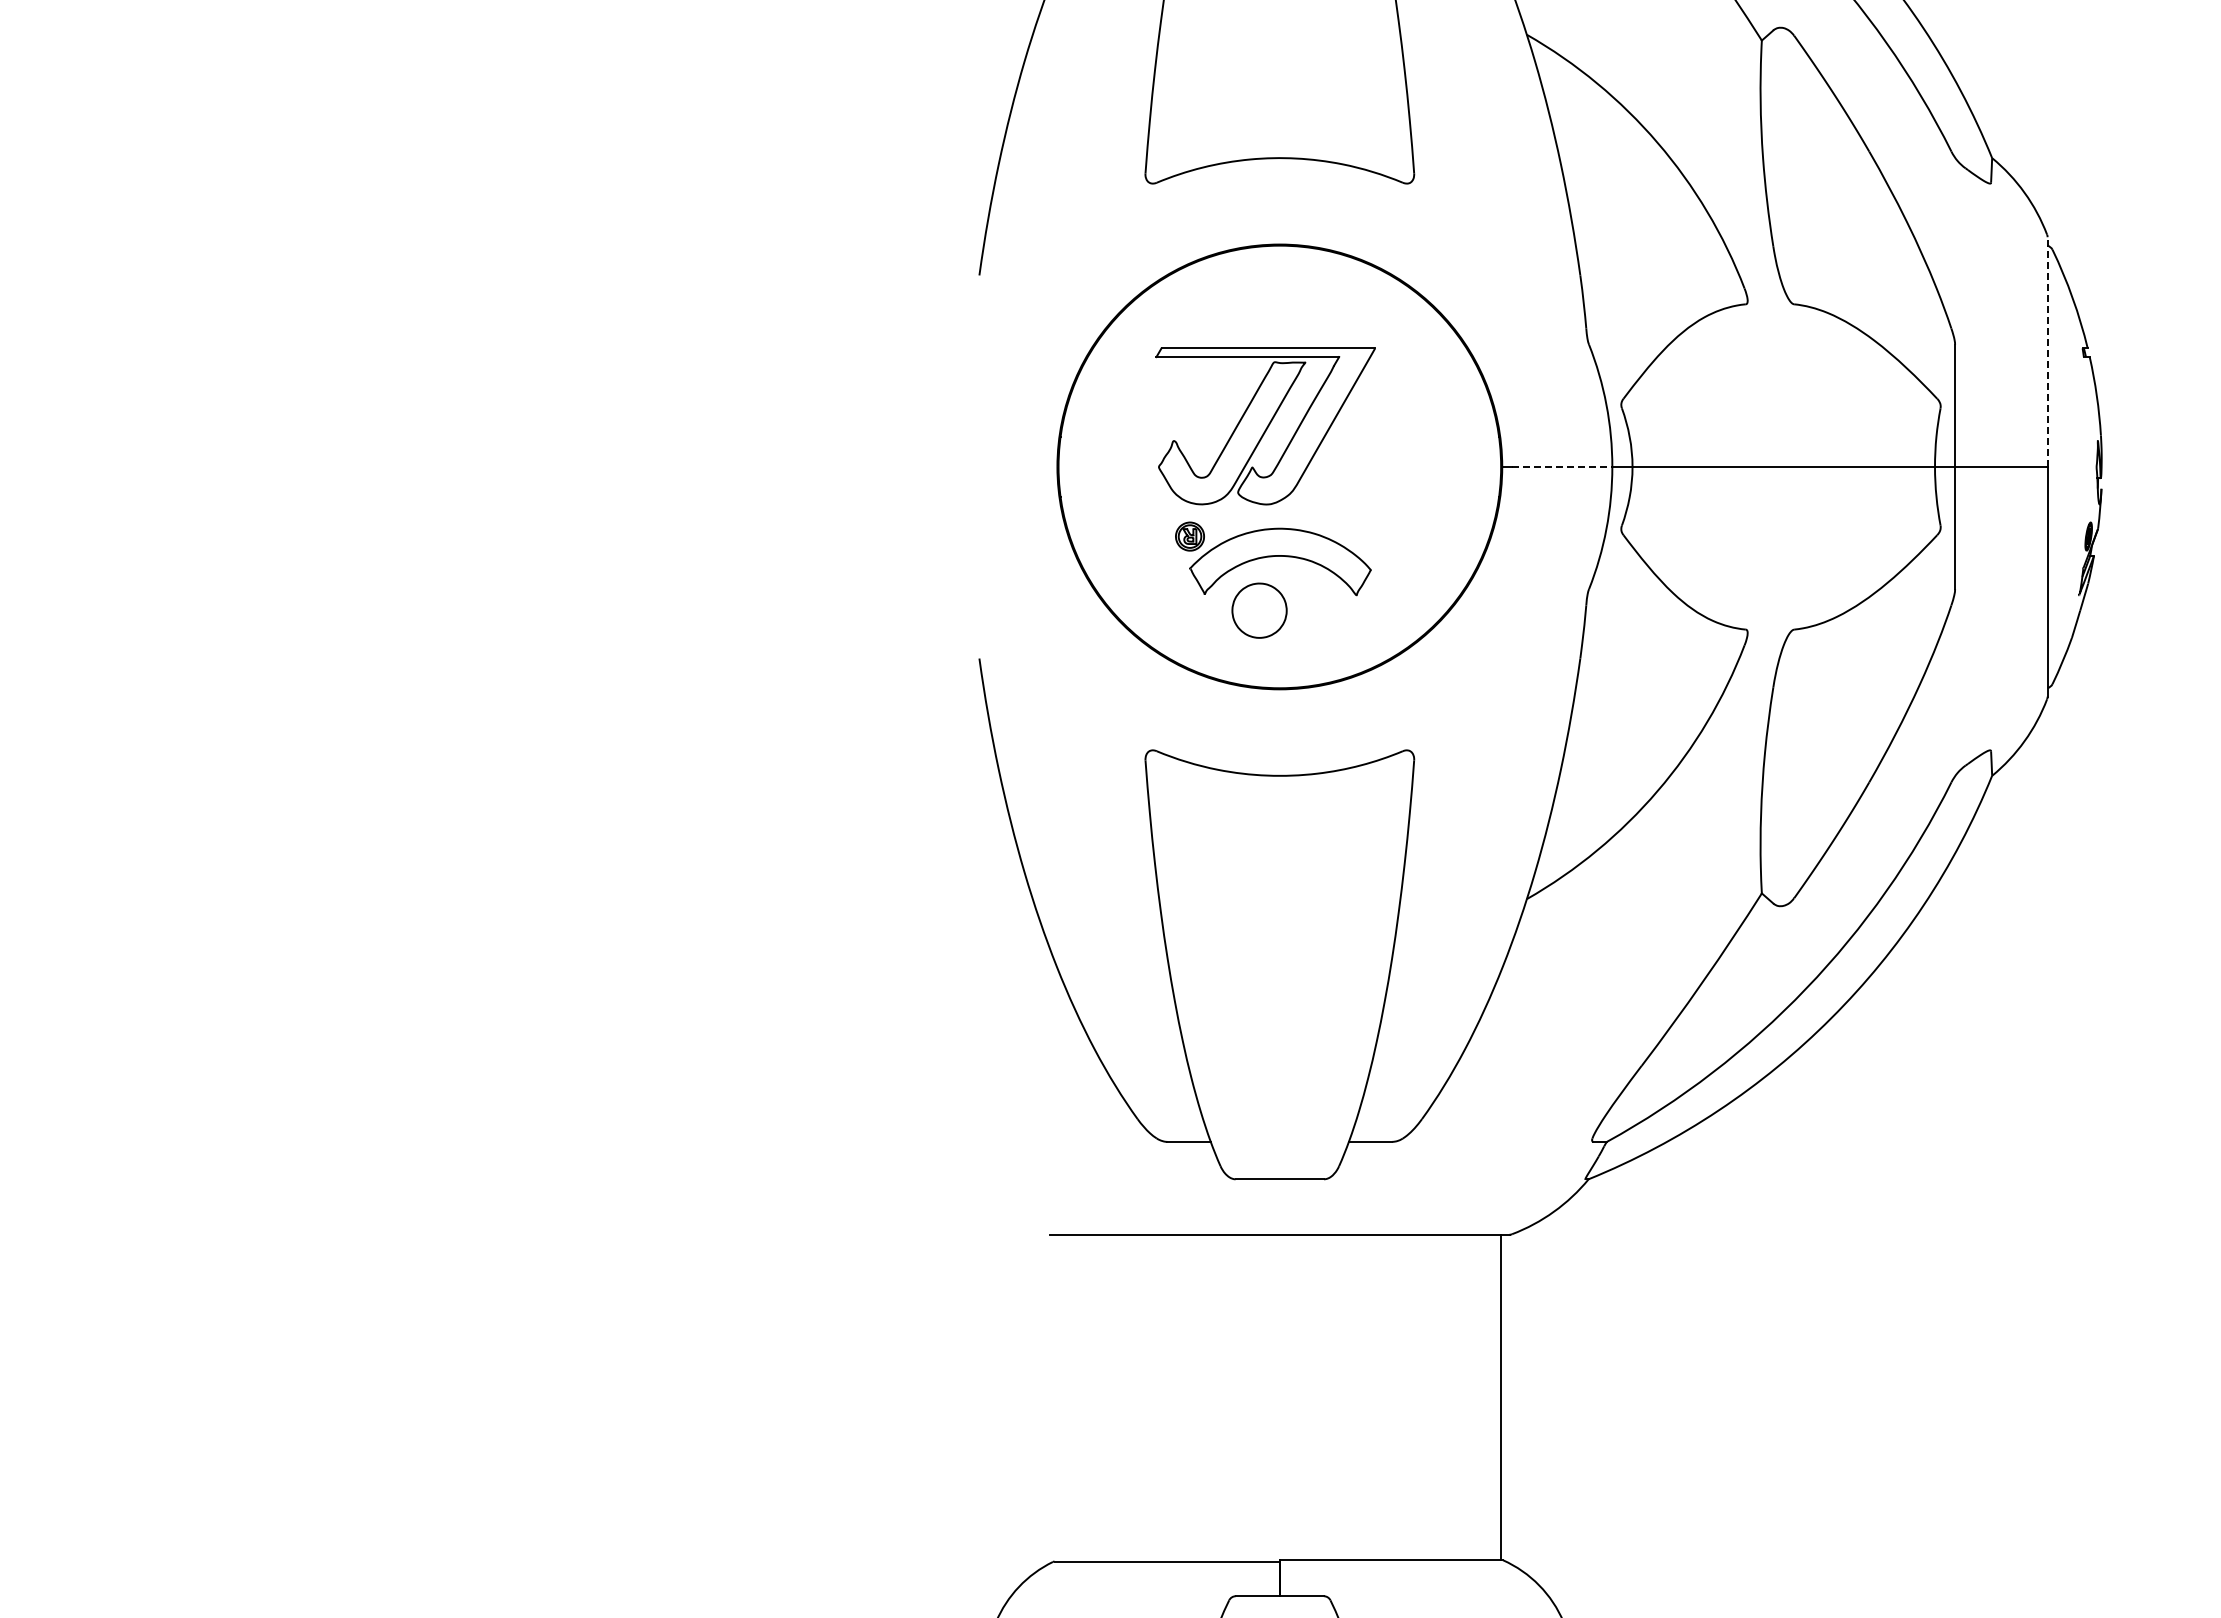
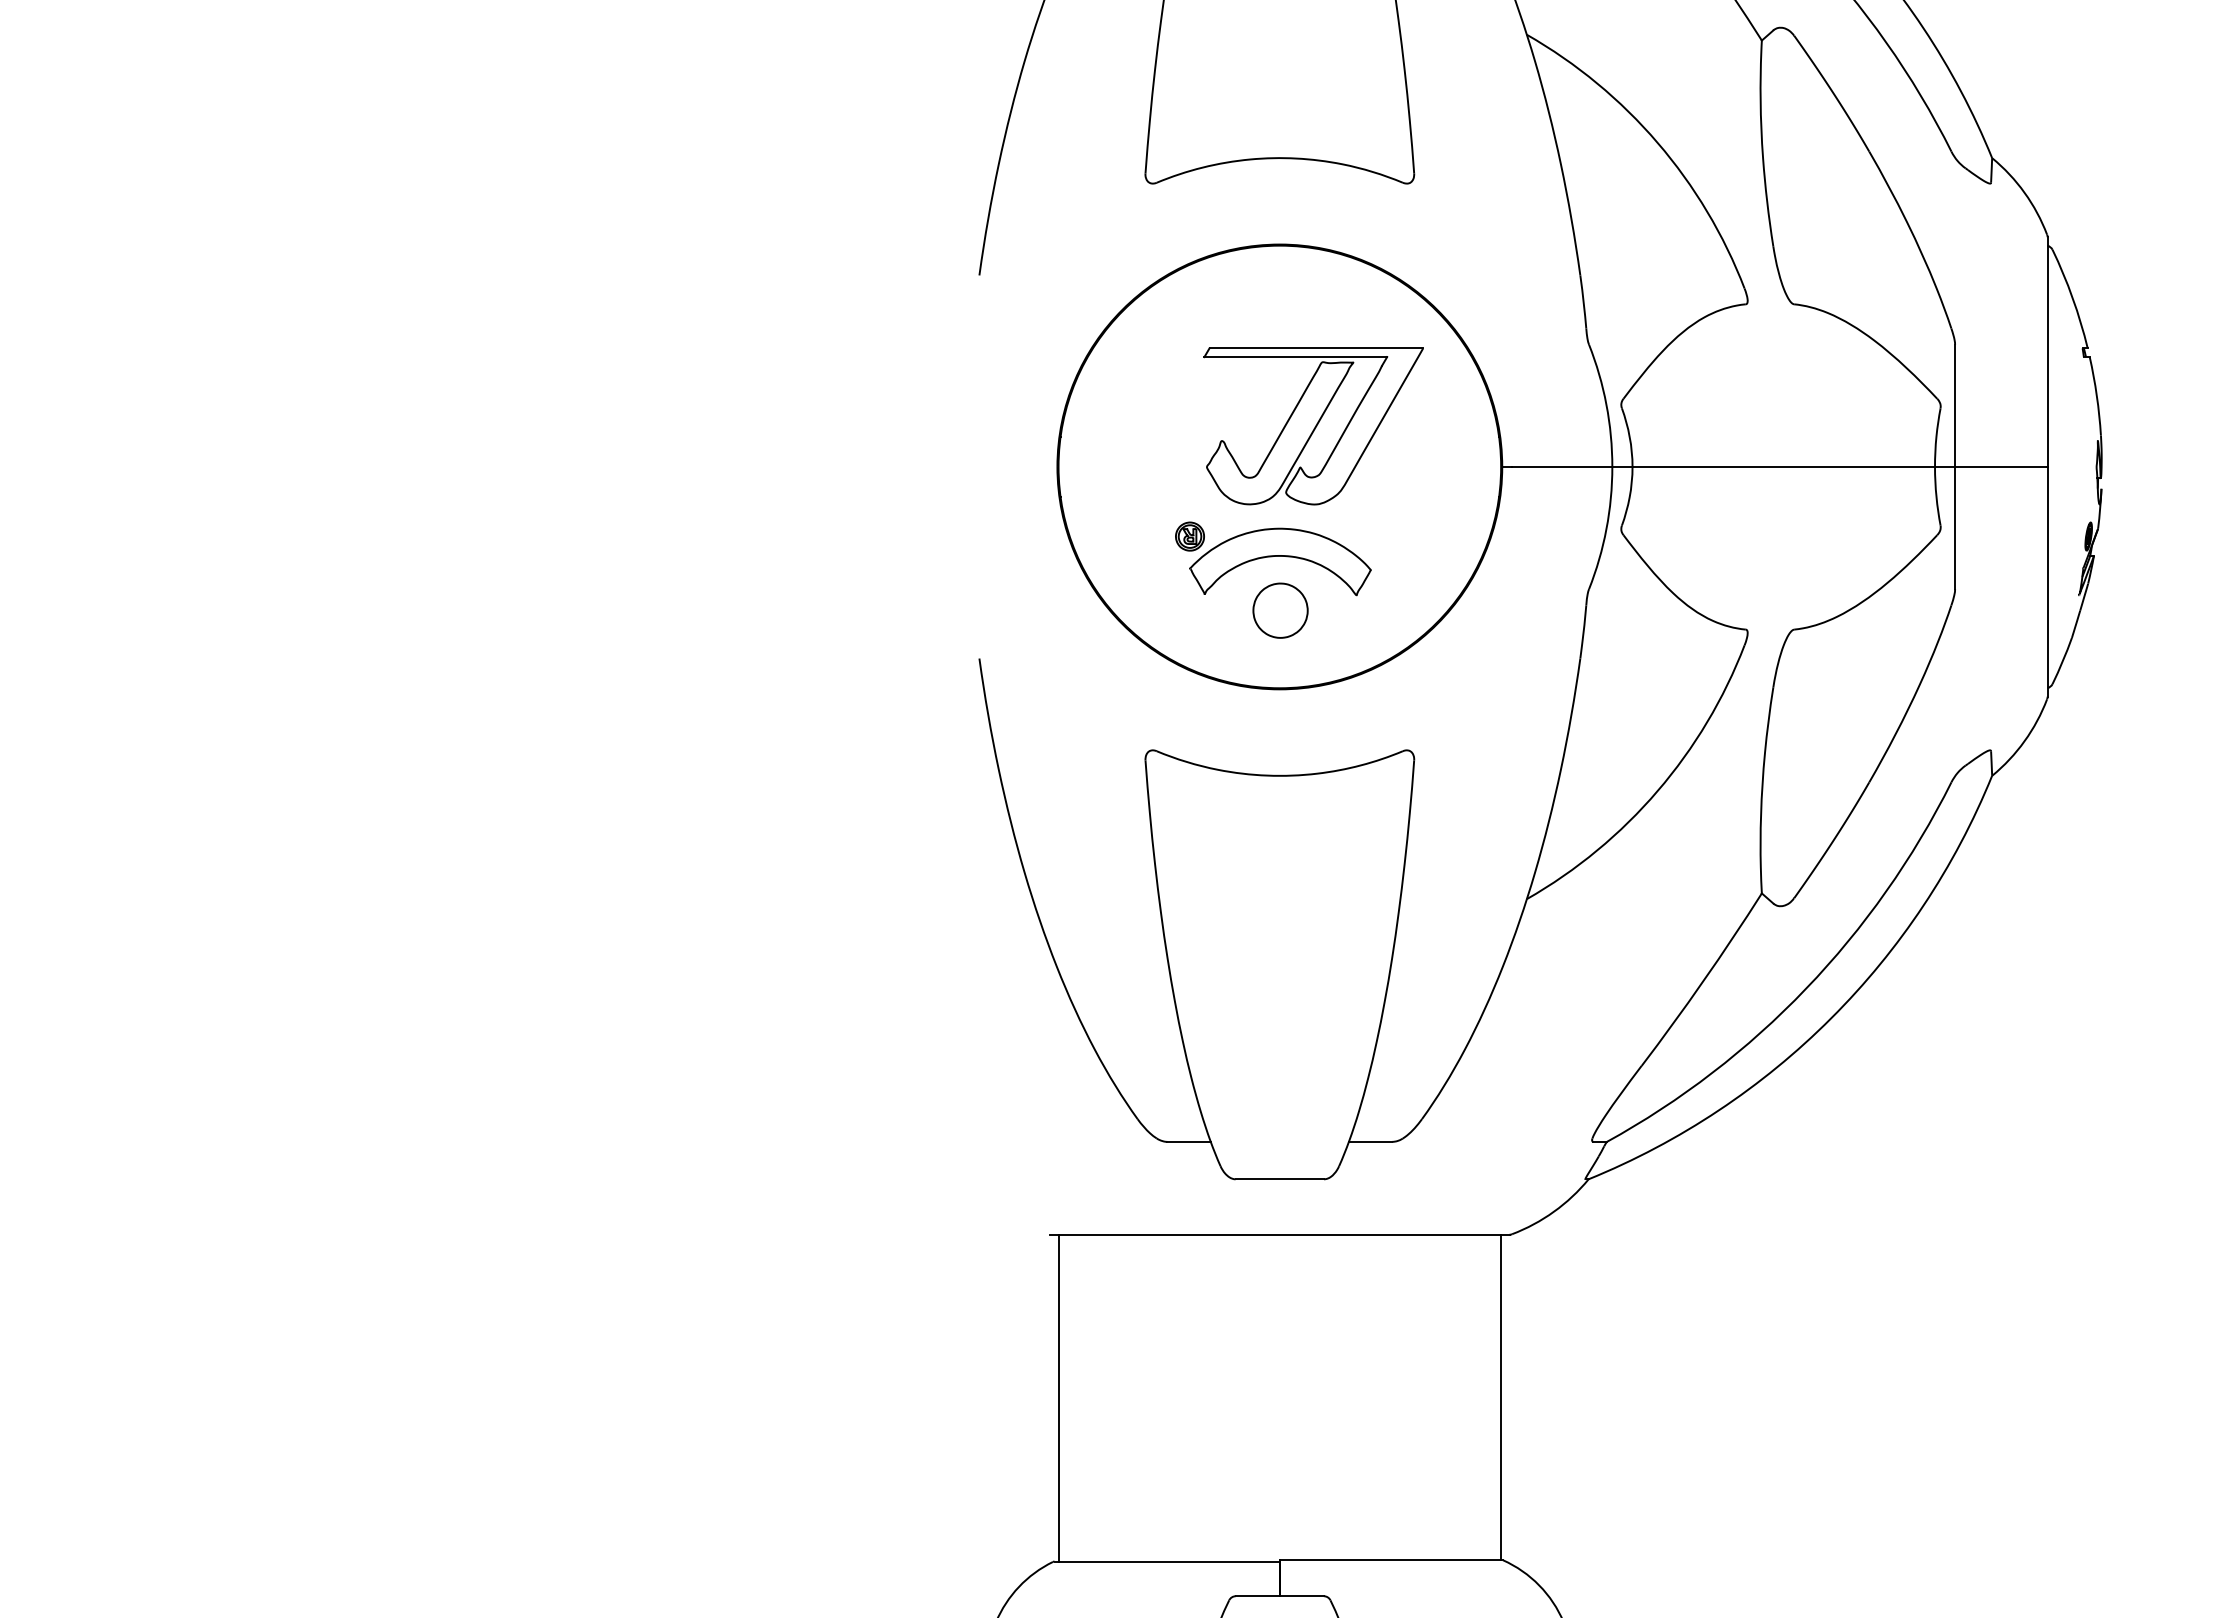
line at (2047, 352): dashed -> solid
part at (1265, 426) position: (1265, 426) -> (1313, 426)
line at (1562, 466): dashed -> solid
part at (1259, 610) position: (1259, 610) -> (1280, 610)
line at (1058, 1397): none -> present
